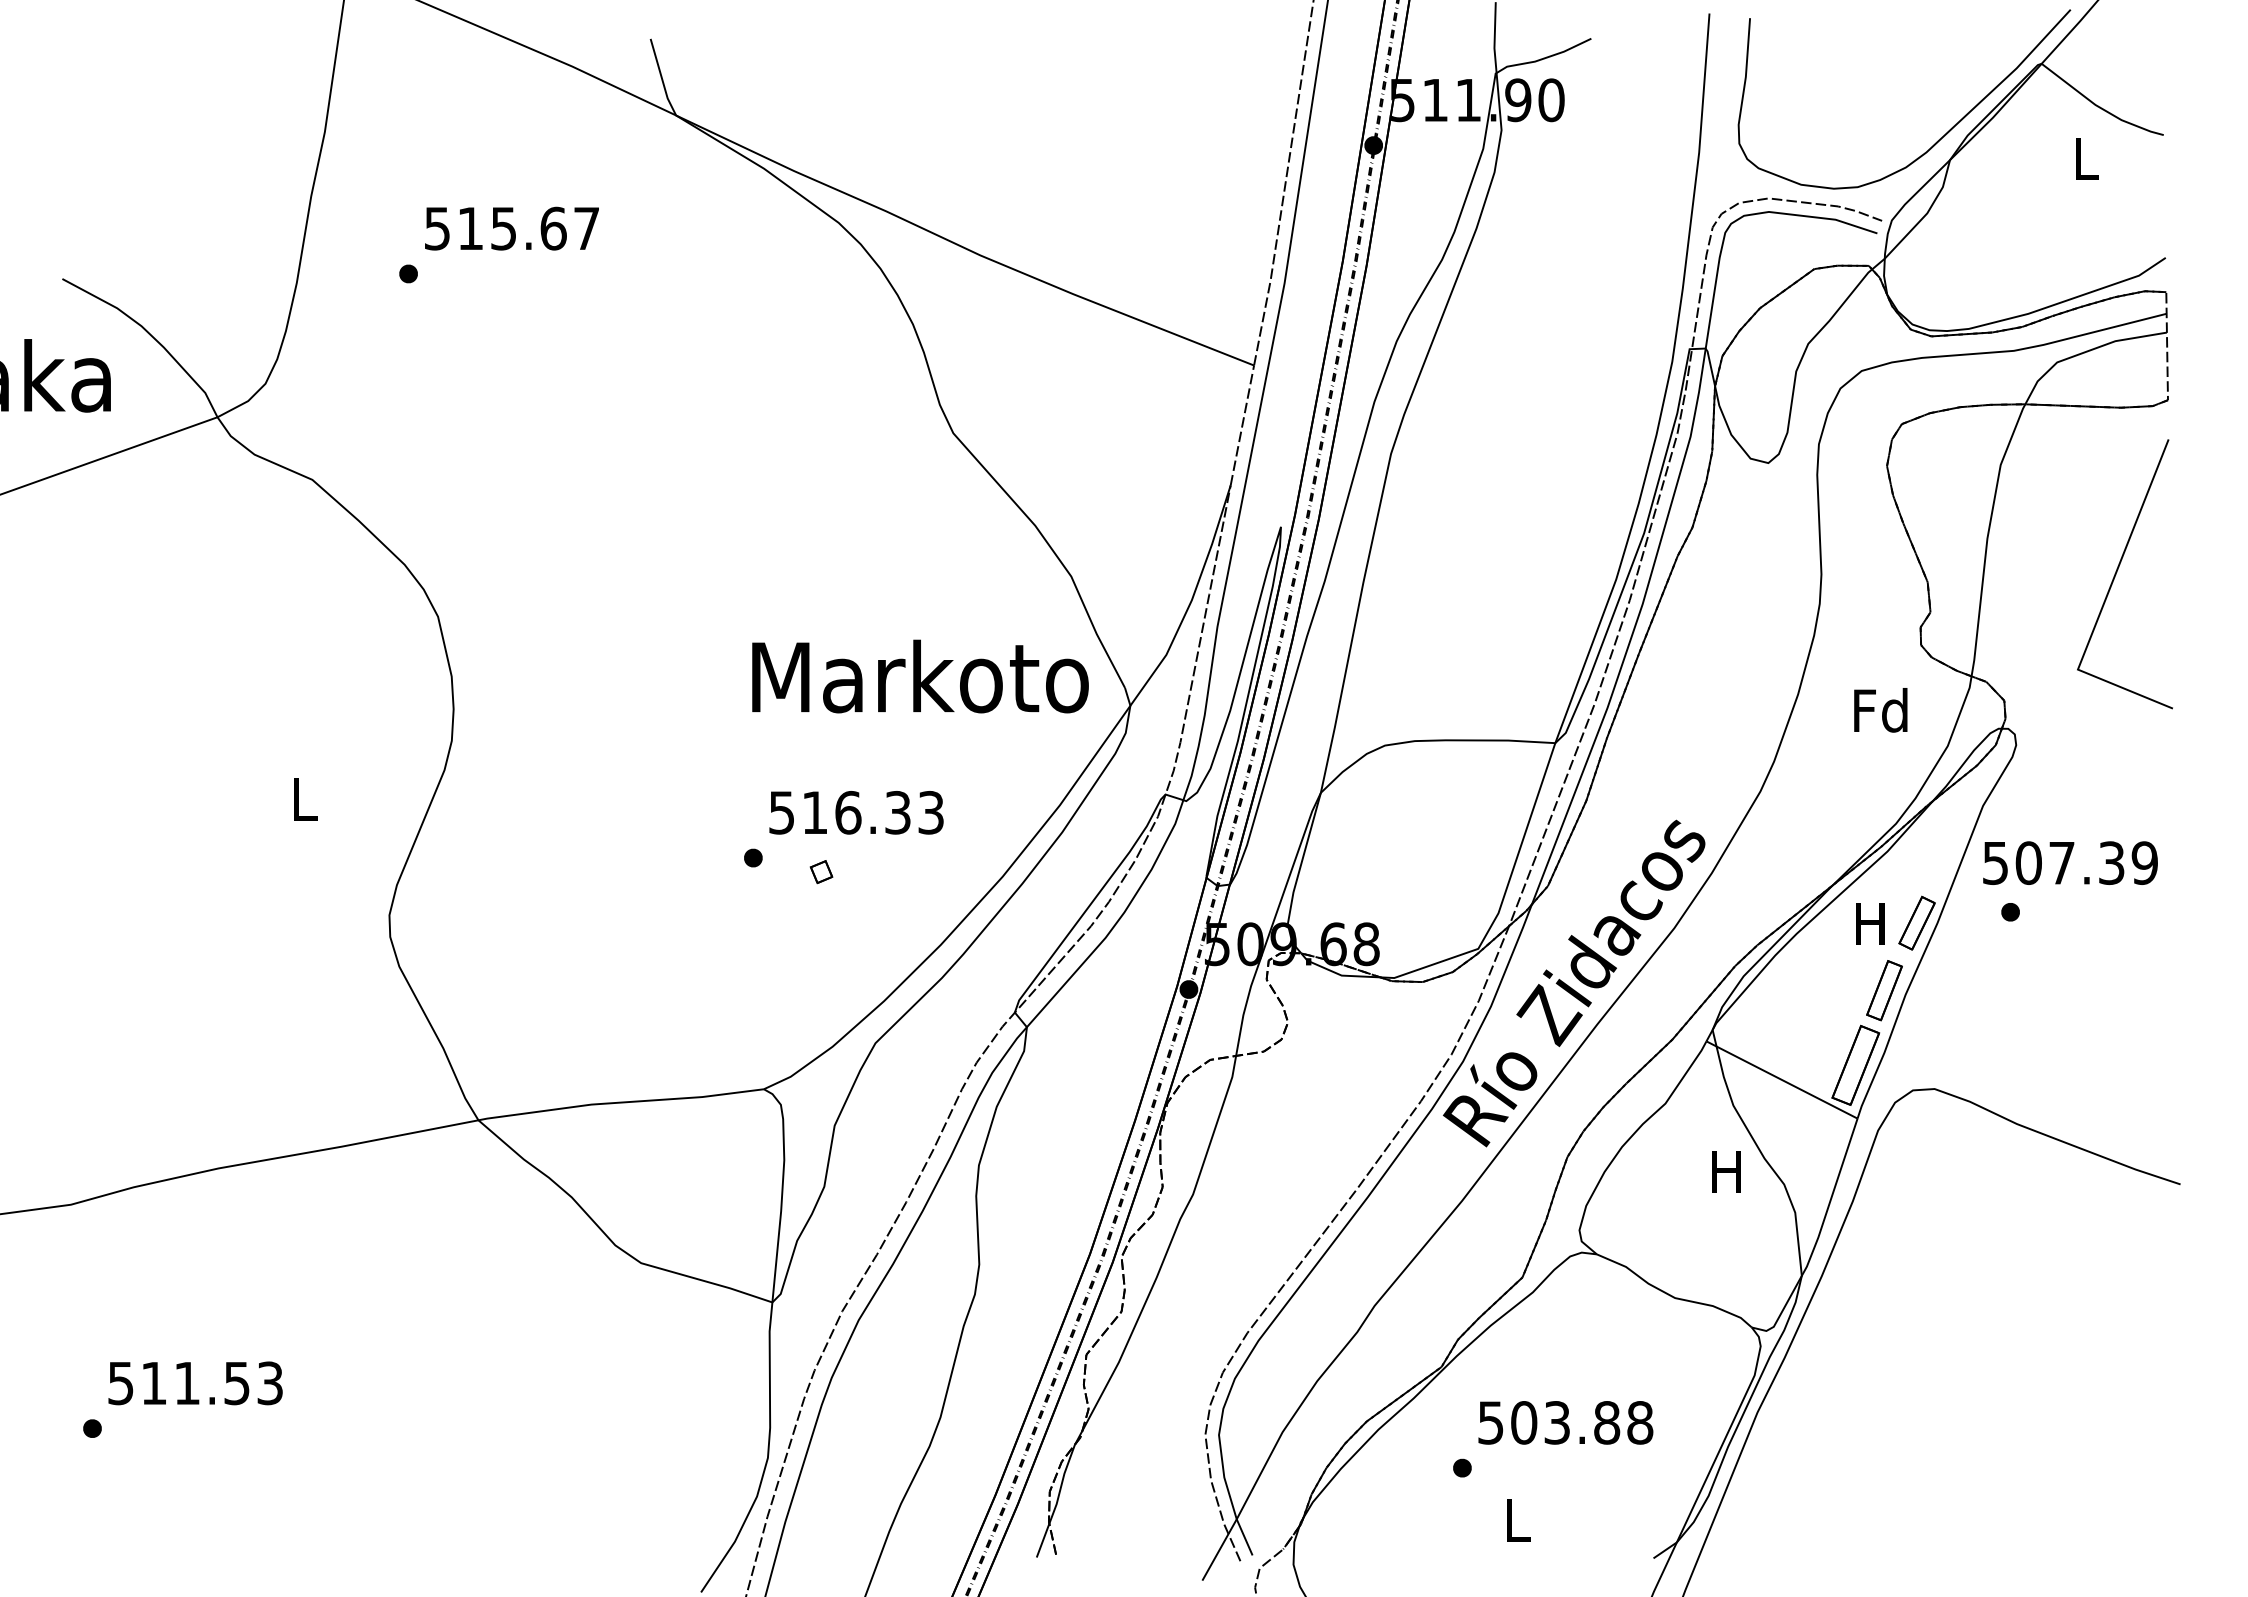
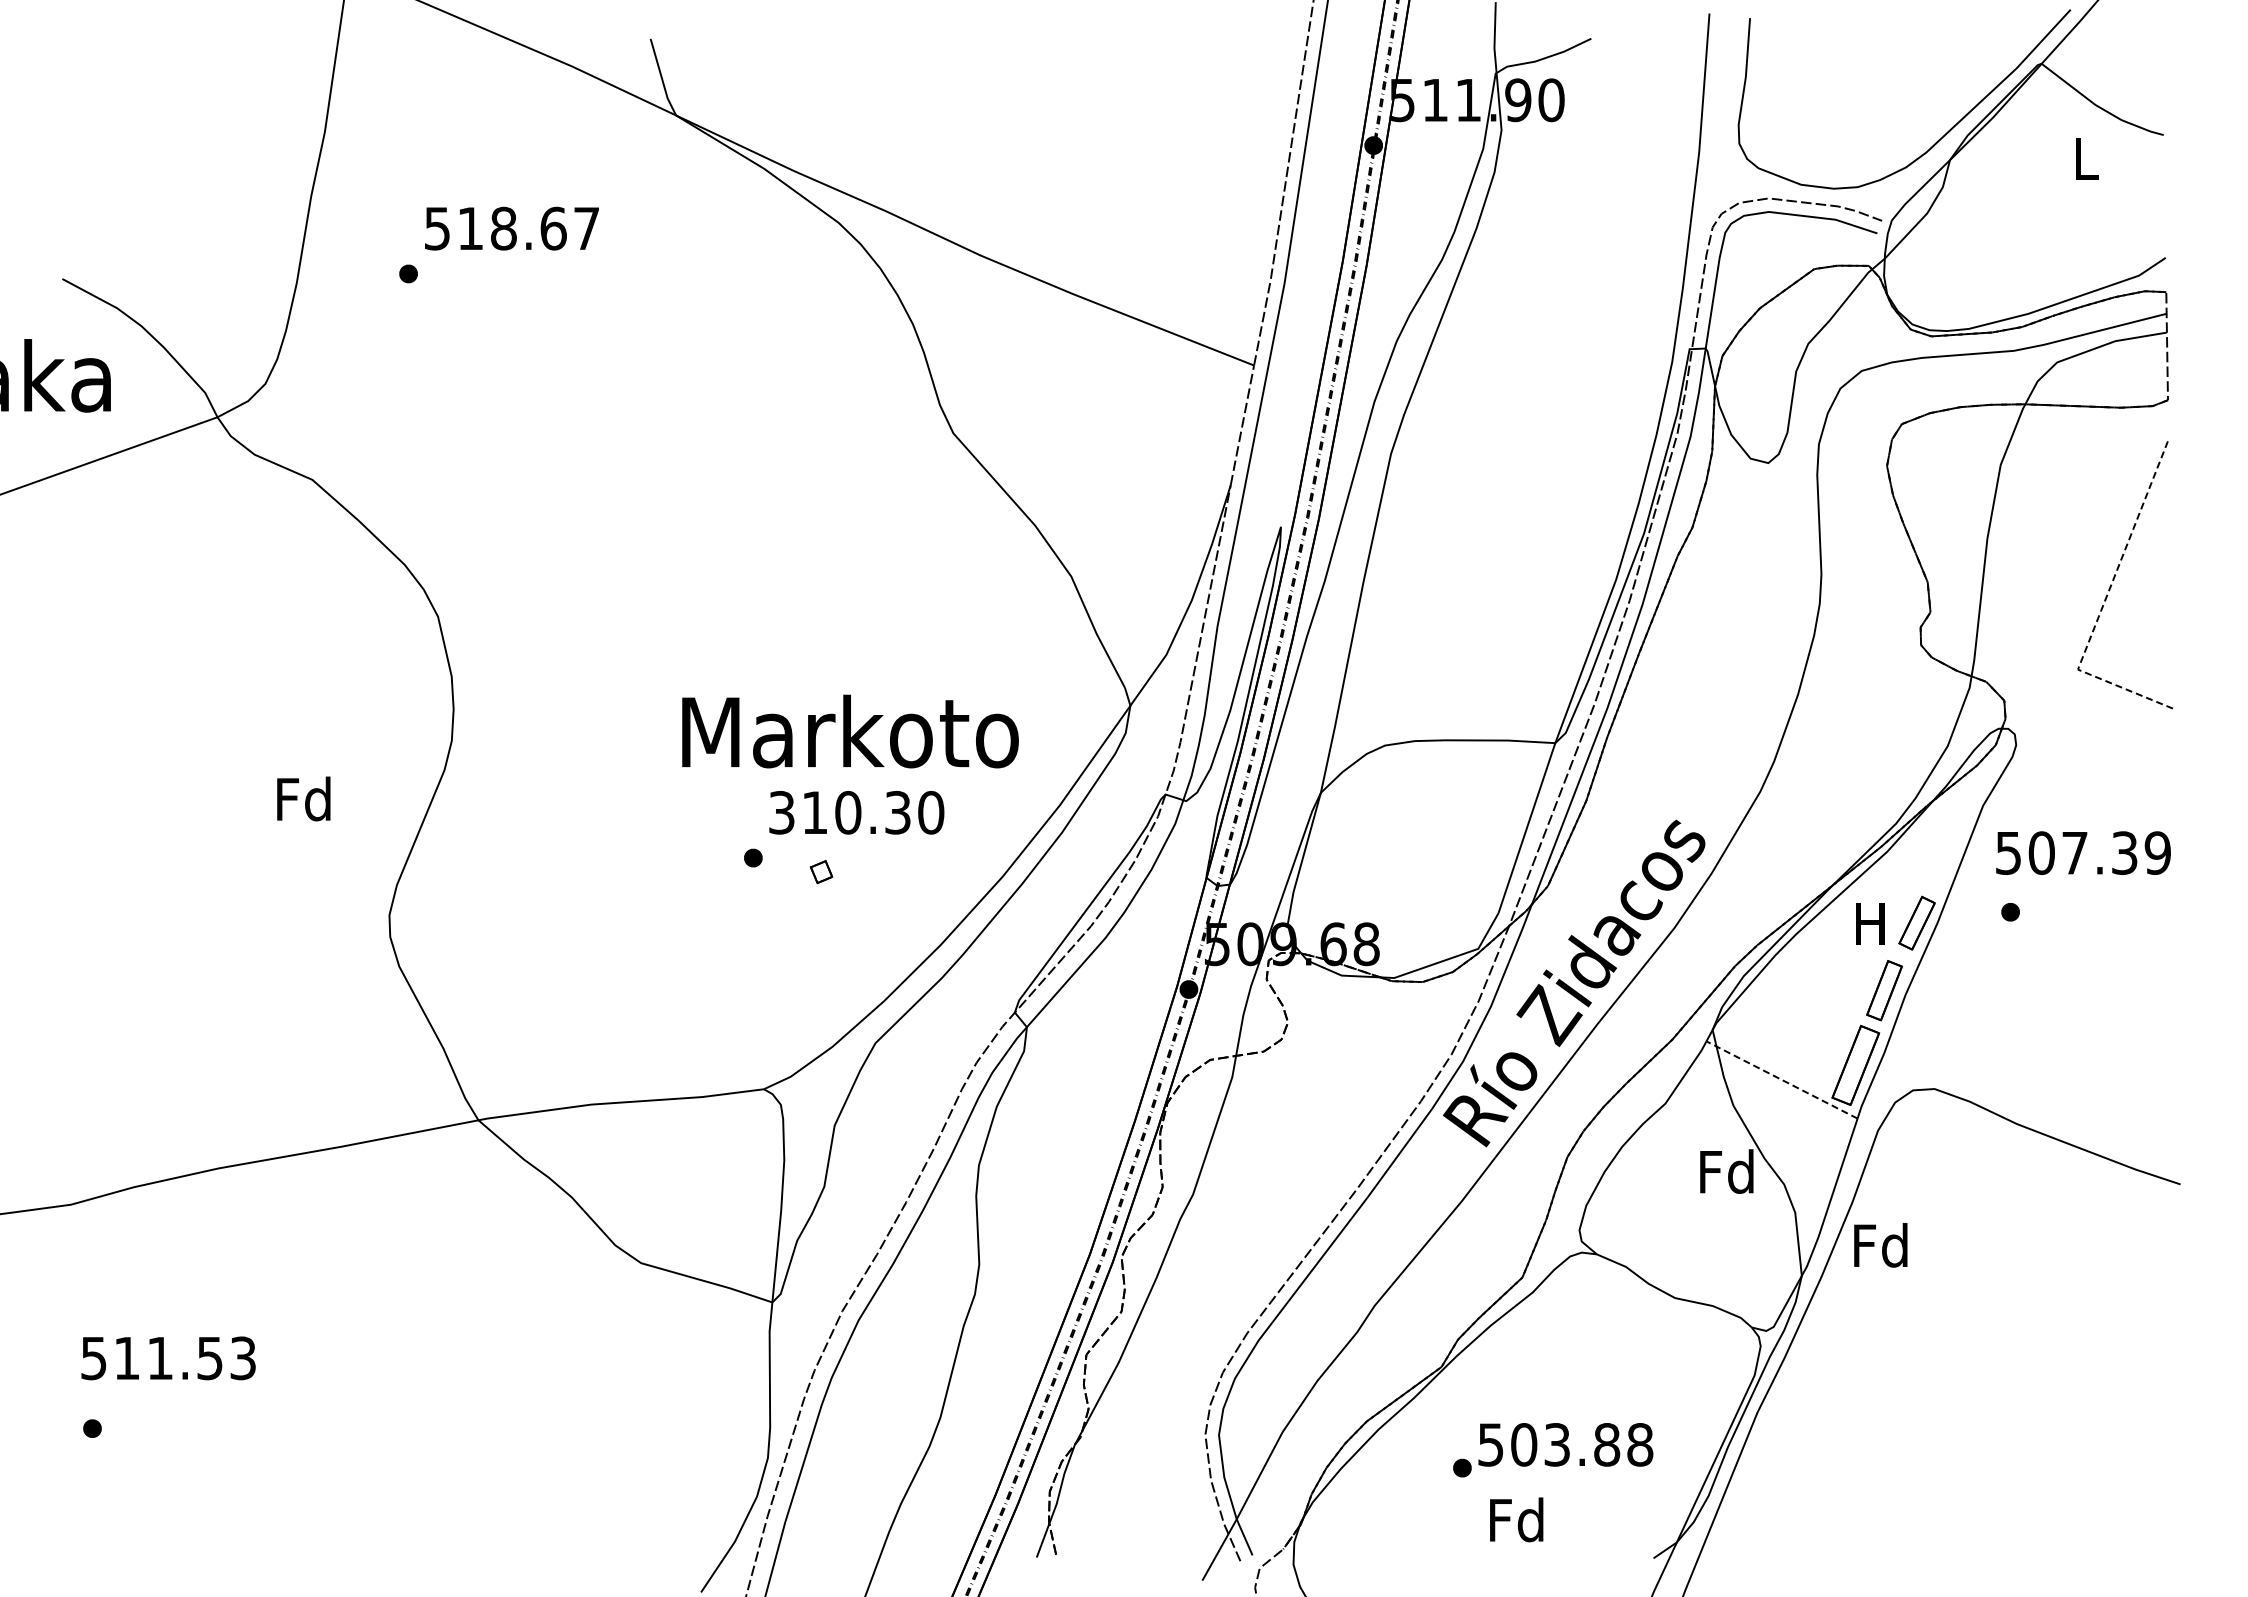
text at (503, 228): 515.67 -> 518.67
line at (2104, 602): solid -> dashed
text at (920, 676) position: (920, 676) -> (850, 731)
text at (1880, 710) position: (1880, 710) -> (1880, 1245)
text at (303, 798): L -> Fd
text at (857, 812): 516.33 -> 310.30
text at (2070, 862) position: (2070, 862) -> (2083, 852)
line at (1782, 1079): solid -> dashed
text at (1726, 1171): H -> Fd
text at (195, 1383) position: (195, 1383) -> (168, 1358)
text at (1565, 1422) position: (1565, 1422) -> (1565, 1444)
text at (1516, 1519): L -> Fd
